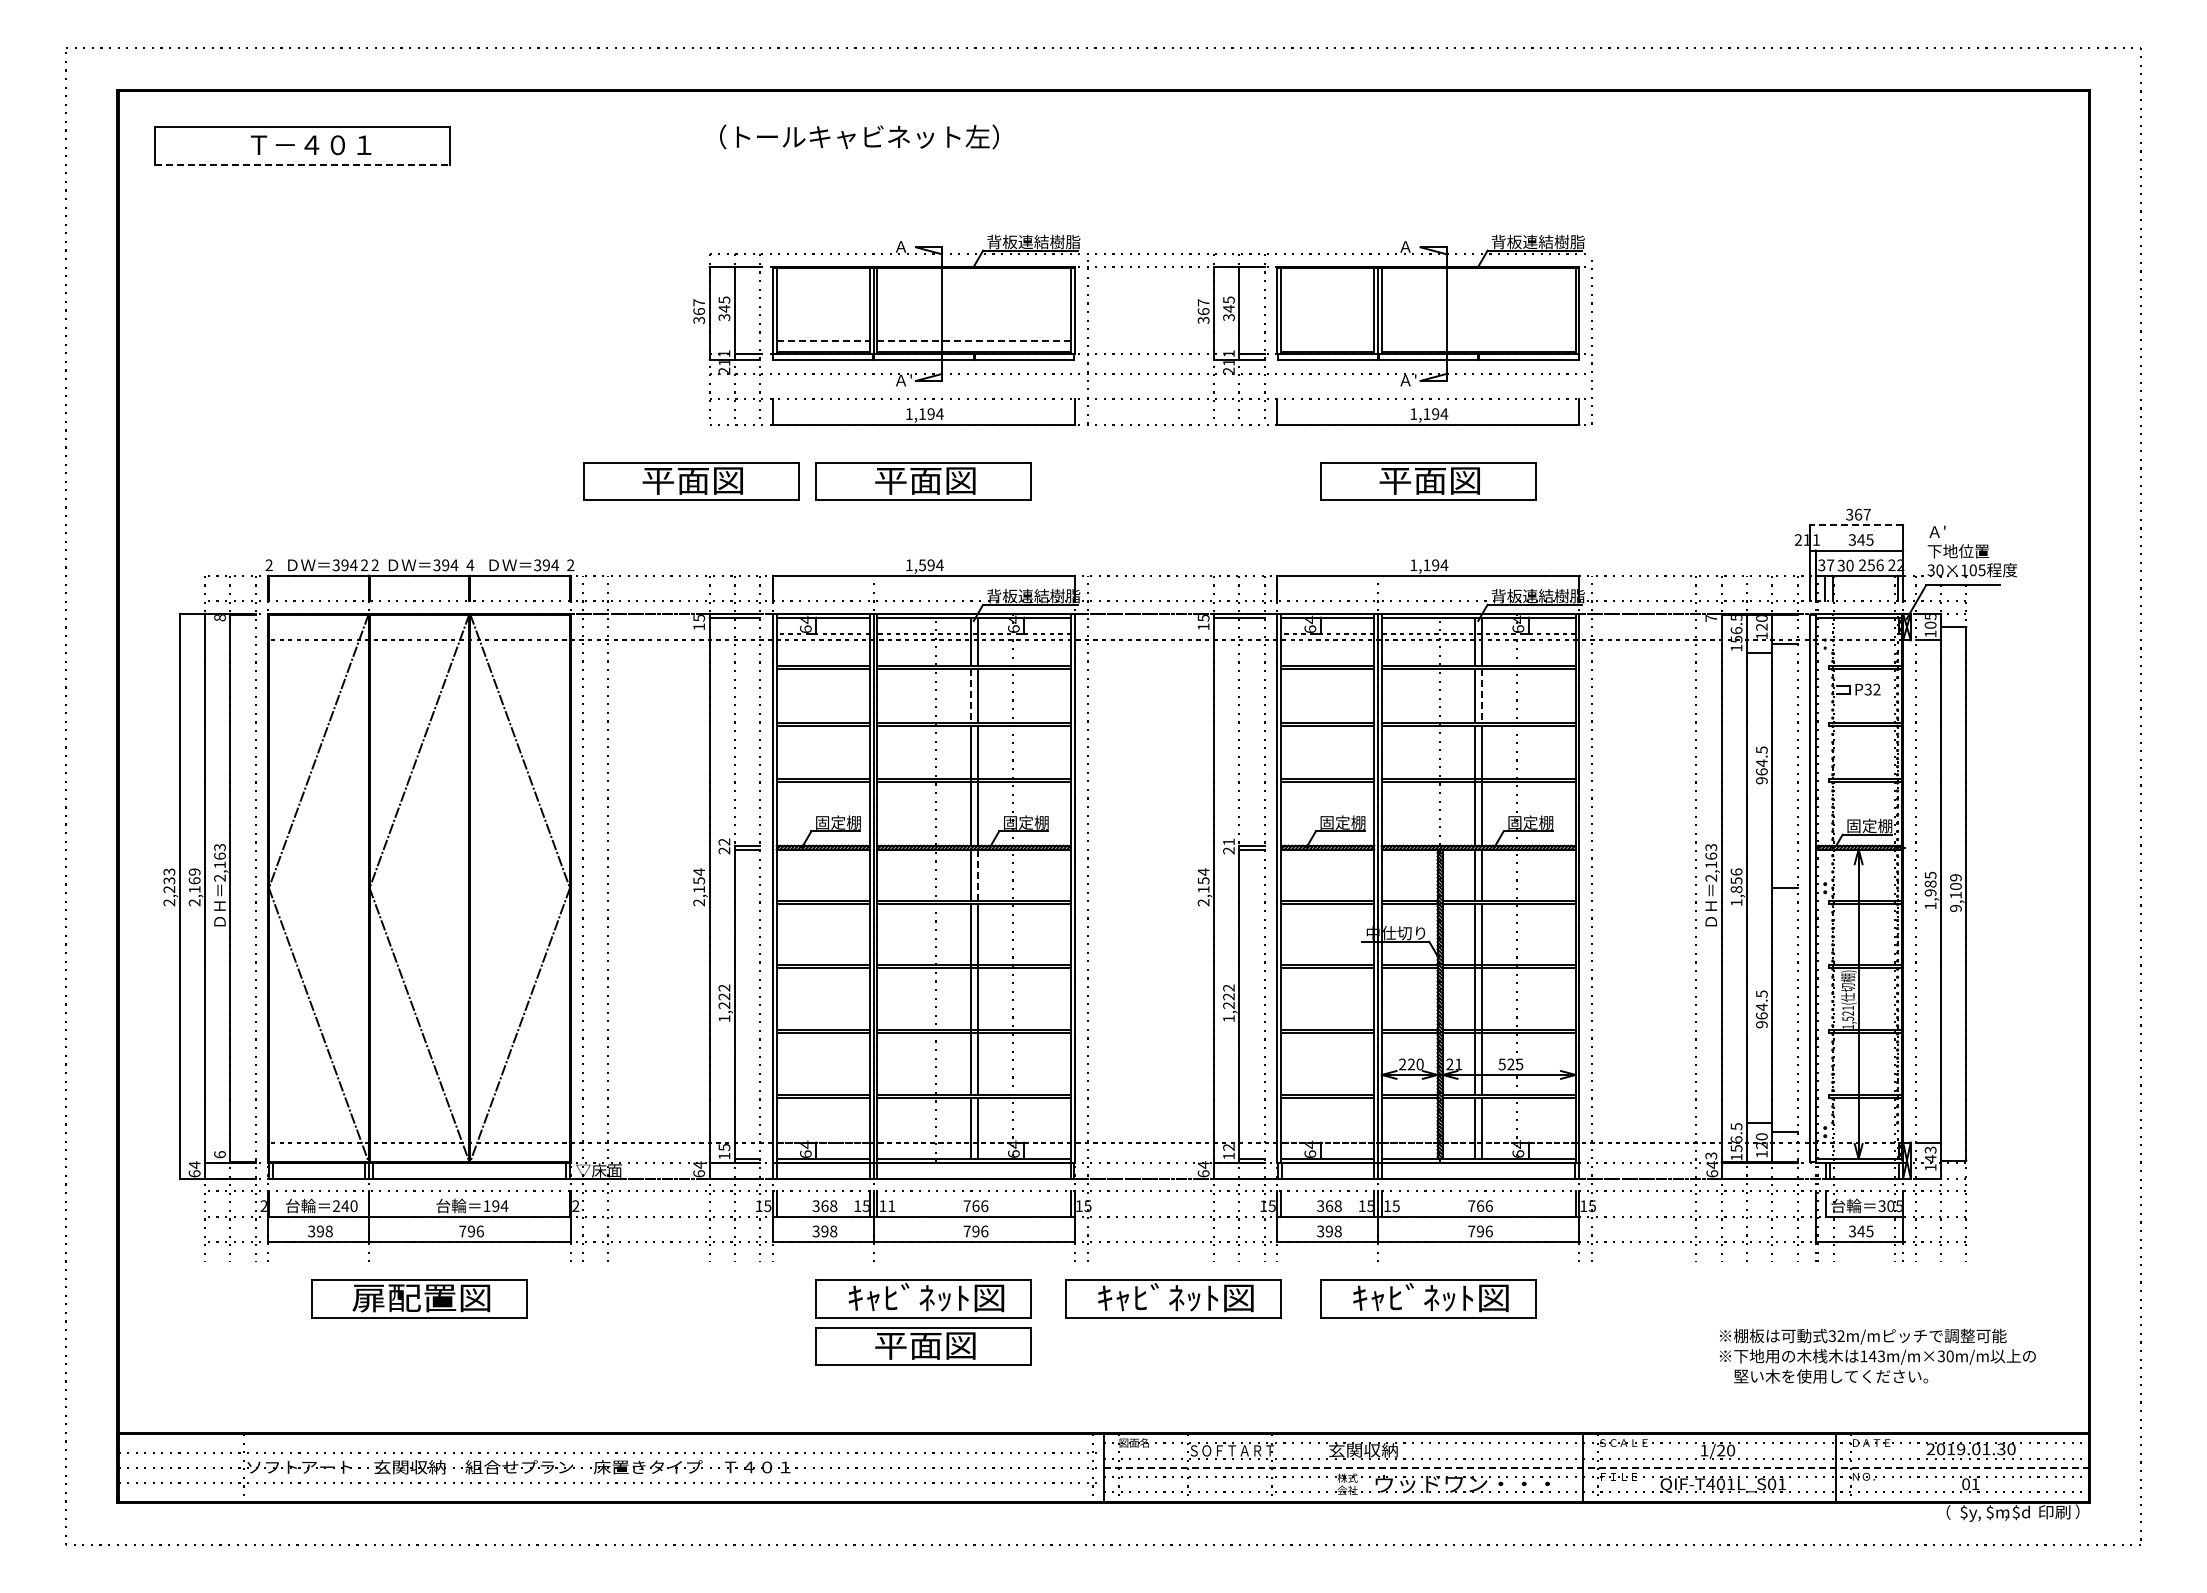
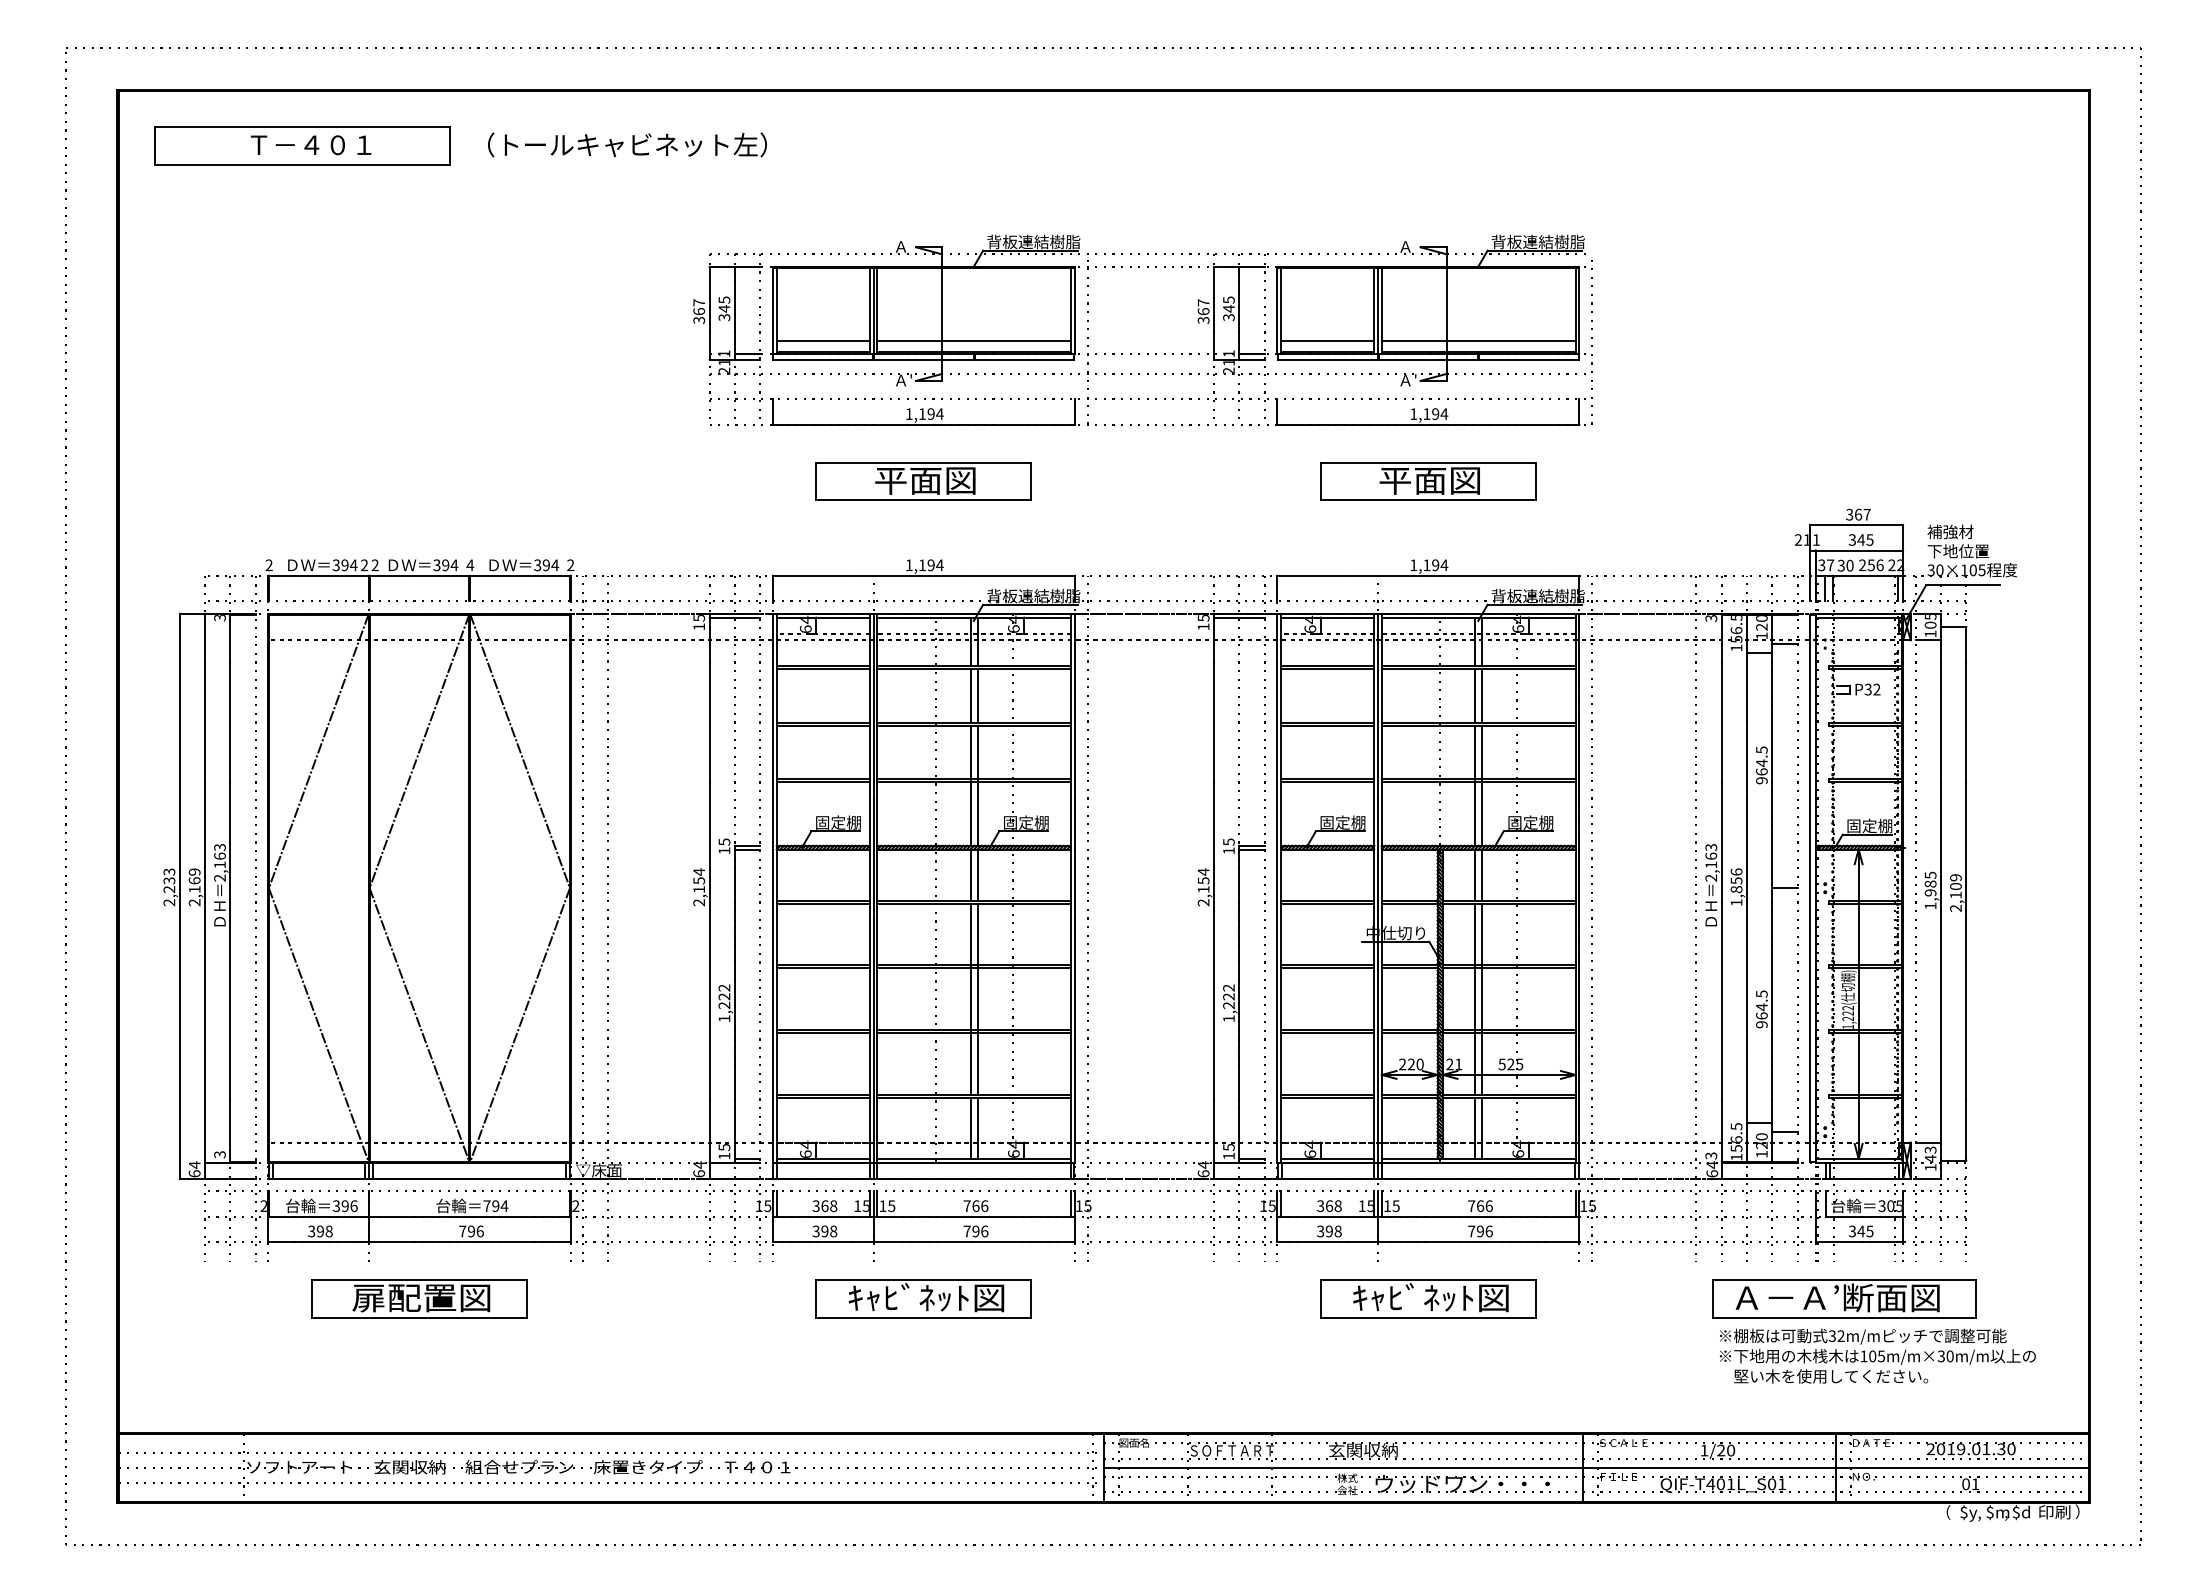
text at (859, 136) position: (859, 136) -> (627, 144)
line at (302, 164): dashed -> solid
line at (823, 341): dashed -> solid
line at (974, 341): dashed -> solid
line at (1327, 341): none -> present
line at (1478, 341): none -> present
part at (691, 481): present -> none
line at (1856, 525): dashed -> solid
text at (1950, 531): Ａ' -> 補強材
text at (921, 565): 1,594 -> 1,194
text at (219, 618): 8 -> 3
text at (1711, 618): 7 -> 3
line at (970, 695): dashed -> solid
line at (1482, 695): dashed -> solid
text at (724, 846): 22 -> 15
text at (1228, 846): 21 -> 15
line at (977, 875): dashed -> solid
text at (1955, 907): 9,109 -> 2,109
text at (1848, 1013): 1,521( -> 1,222(
text at (1228, 1147): 12 -> 15
text at (219, 1154): 6 -> 3
text at (486, 1205): 194 -> 794
text at (344, 1206): 240 -> 396
text at (891, 1206): 11 -> 15
part at (1173, 1298): present -> none
part at (1844, 1298): none -> present
part at (923, 1346): present -> none
text at (1876, 1356): 143m/m×30m/m -> 105m/m×30m/m
line at (1596, 1467): dashed -> solid
